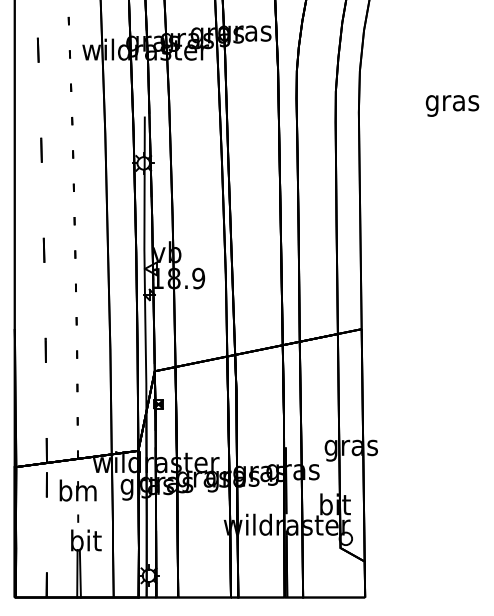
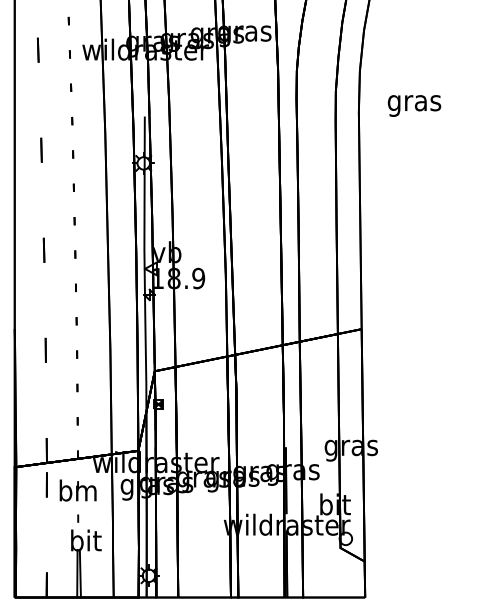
text at (452, 105) position: (452, 105) -> (414, 105)
